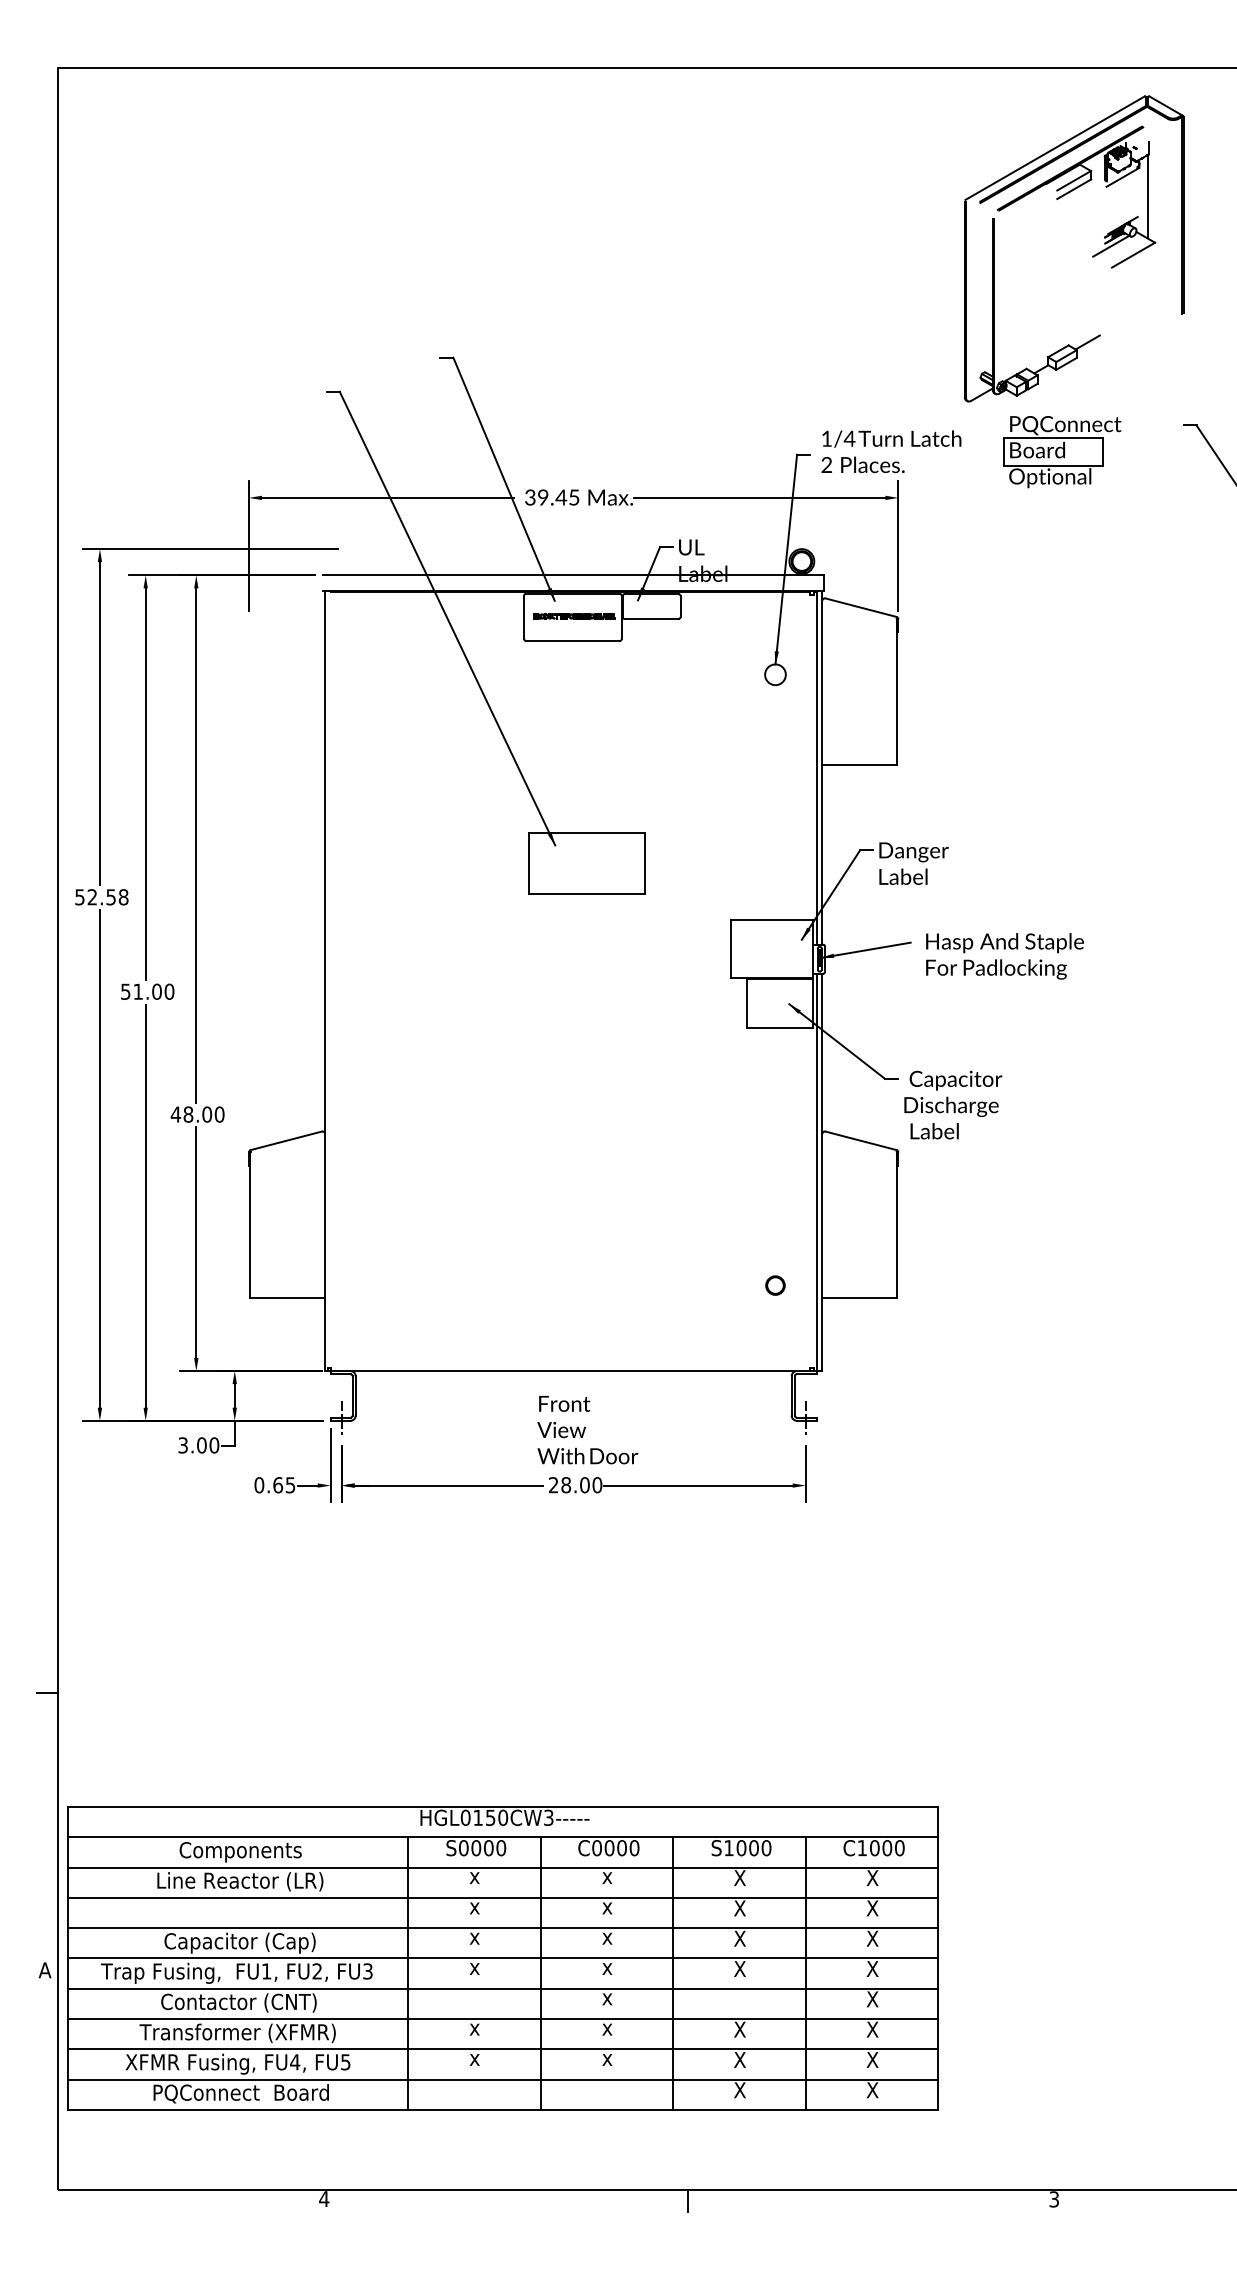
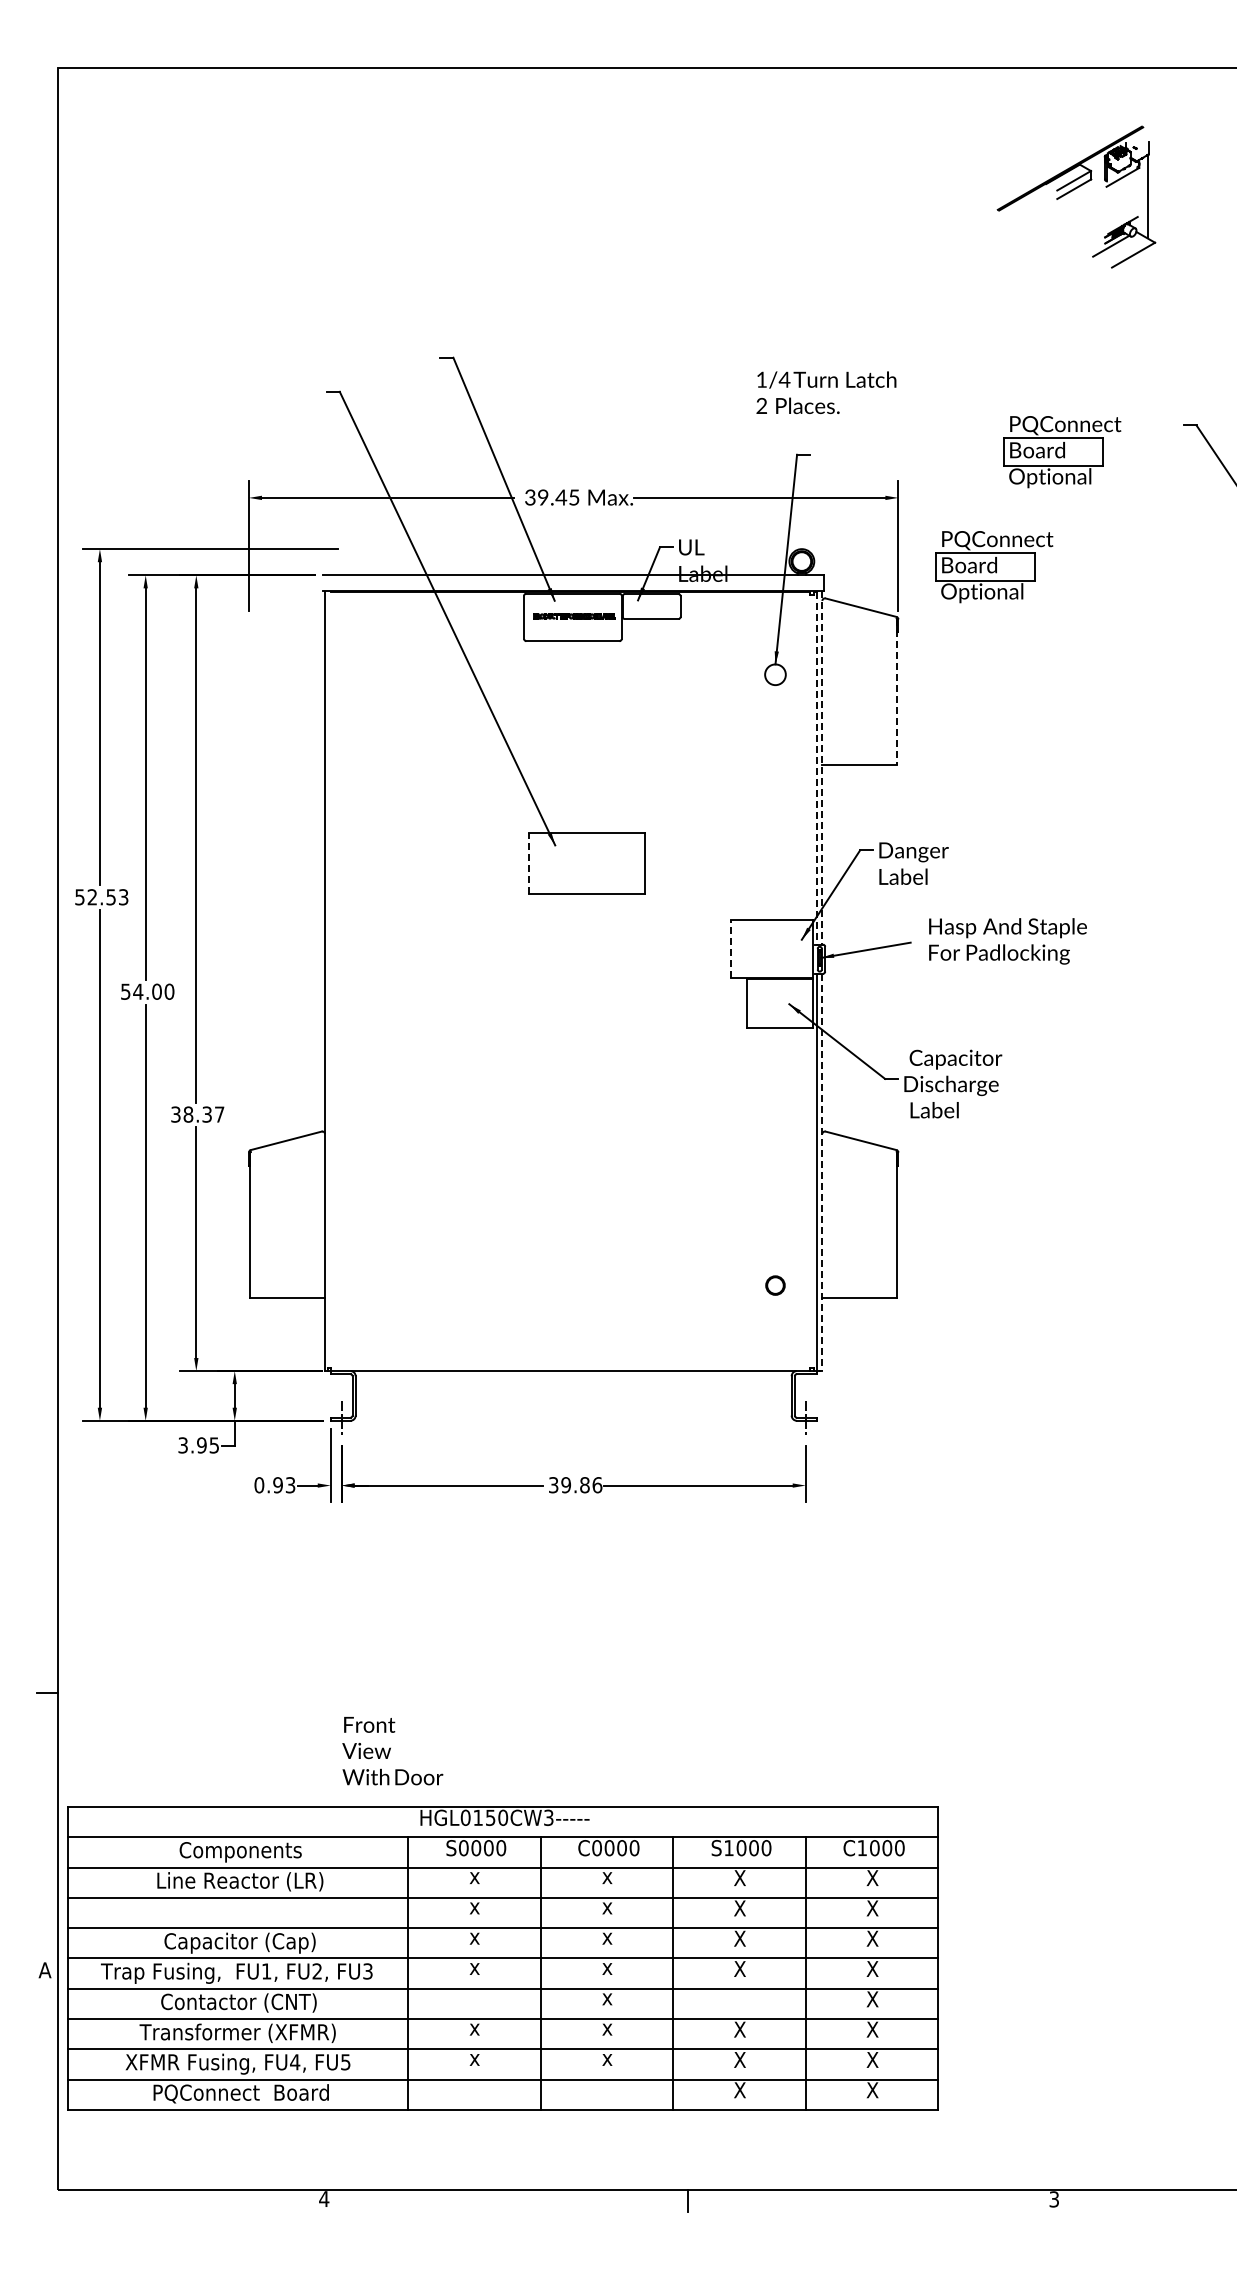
part at (994, 248): present -> none
text at (891, 451) position: (891, 451) -> (826, 392)
part at (994, 567): none -> present
line at (896, 692): solid -> dashed
line at (822, 767): solid -> dashed
line at (816, 768): solid -> dashed
line at (529, 863): solid -> dashed
text at (123, 897): 52.58 -> 52.53
line at (730, 948): solid -> dashed
text at (1004, 956) position: (1004, 956) -> (1007, 941)
text at (138, 991): 51.00 -> 54.00
text at (953, 1104) position: (953, 1104) -> (953, 1083)
text at (197, 1114): 48.00 -> 38.37
line at (822, 1172): solid -> dashed
text at (587, 1430) position: (587, 1430) -> (392, 1751)
text at (208, 1445): 3.00 -> 3.95
text at (284, 1485): 0.65 -> 0.93
text at (575, 1485): 28.00 -> 39.86
